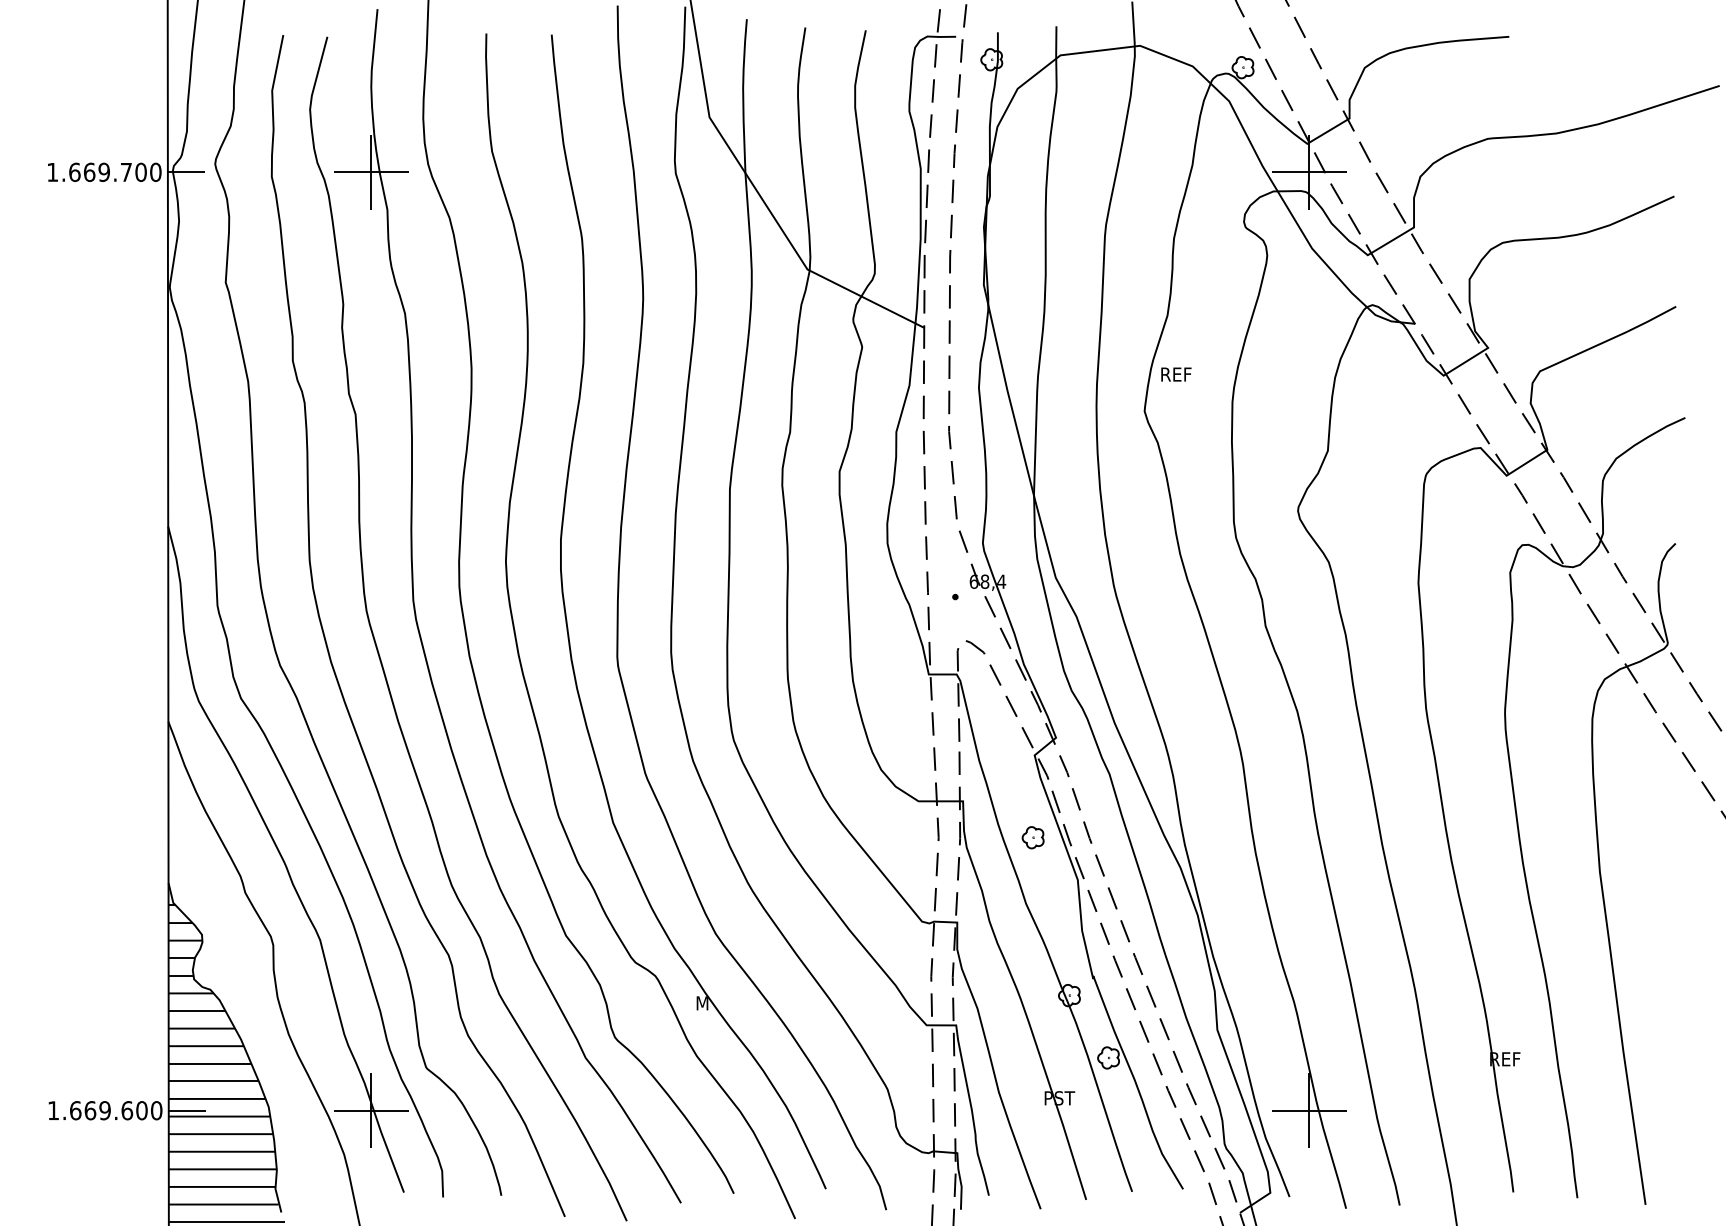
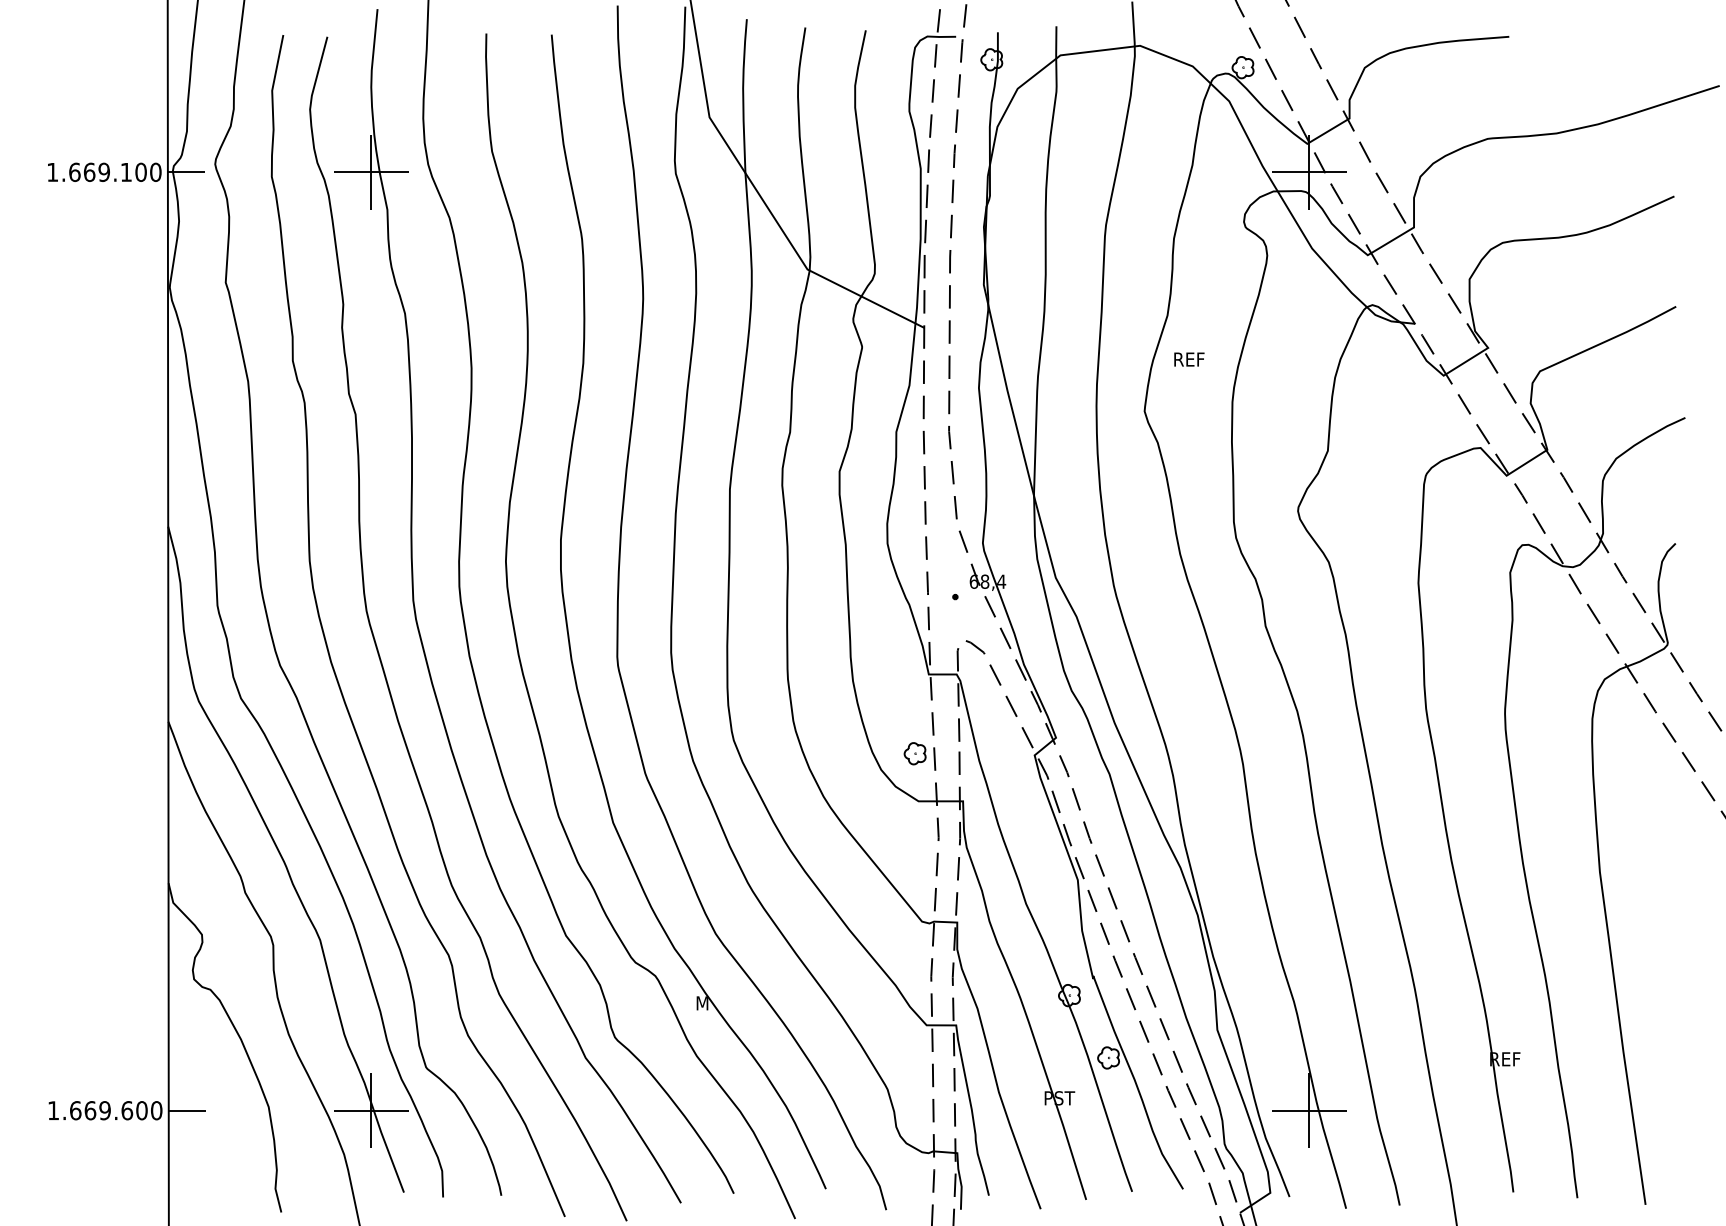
text at (126, 172): 1.669.700 -> 1.669.100
text at (1176, 374) position: (1176, 374) -> (1189, 359)
part at (1032, 837) position: (1032, 837) -> (914, 753)
hatch at (226, 1063): present -> none
